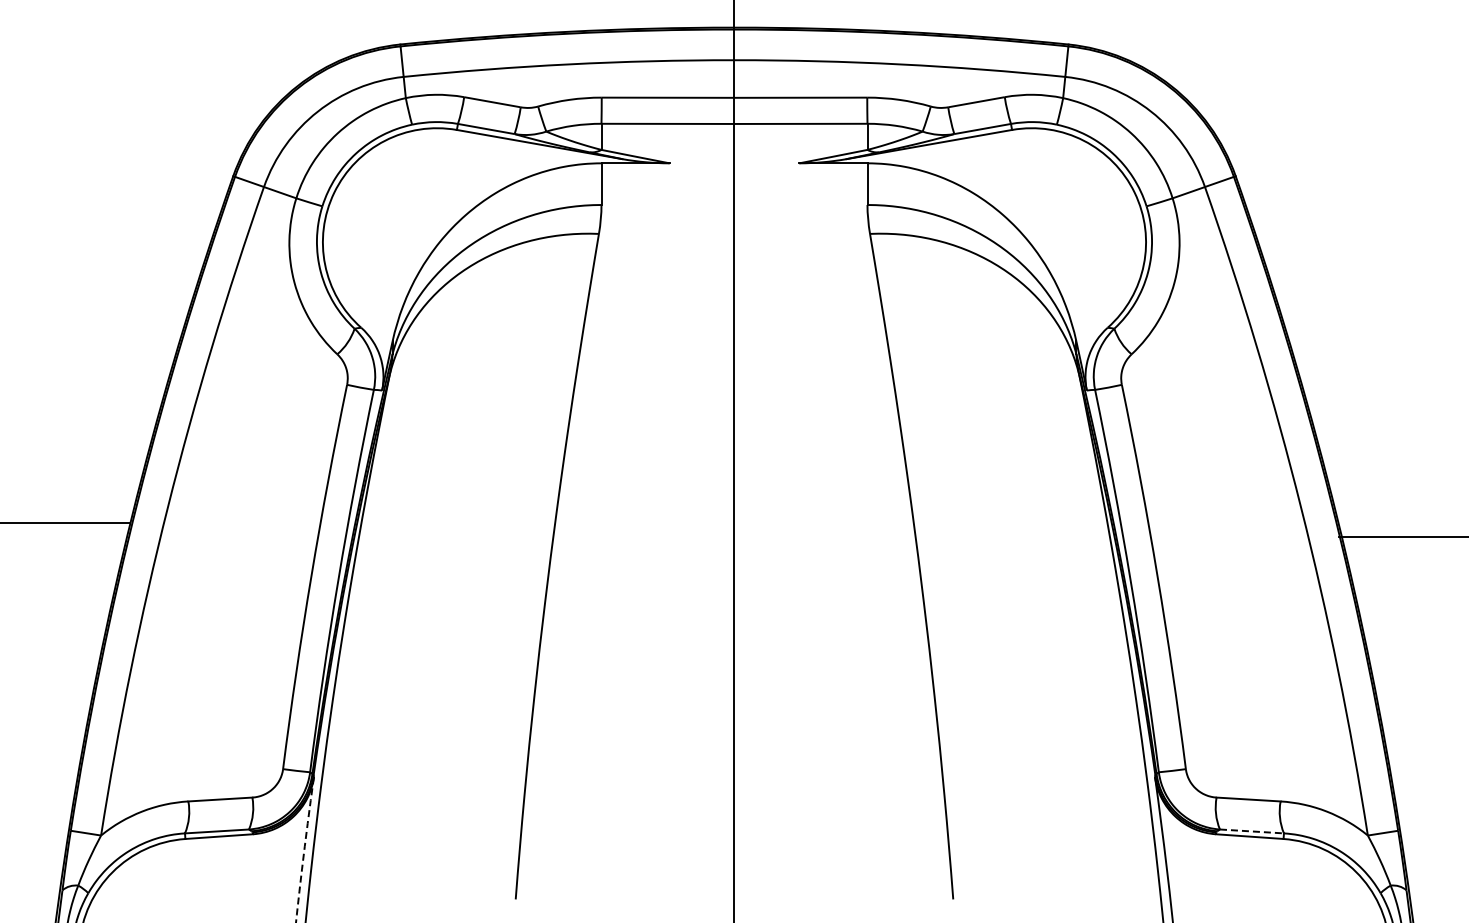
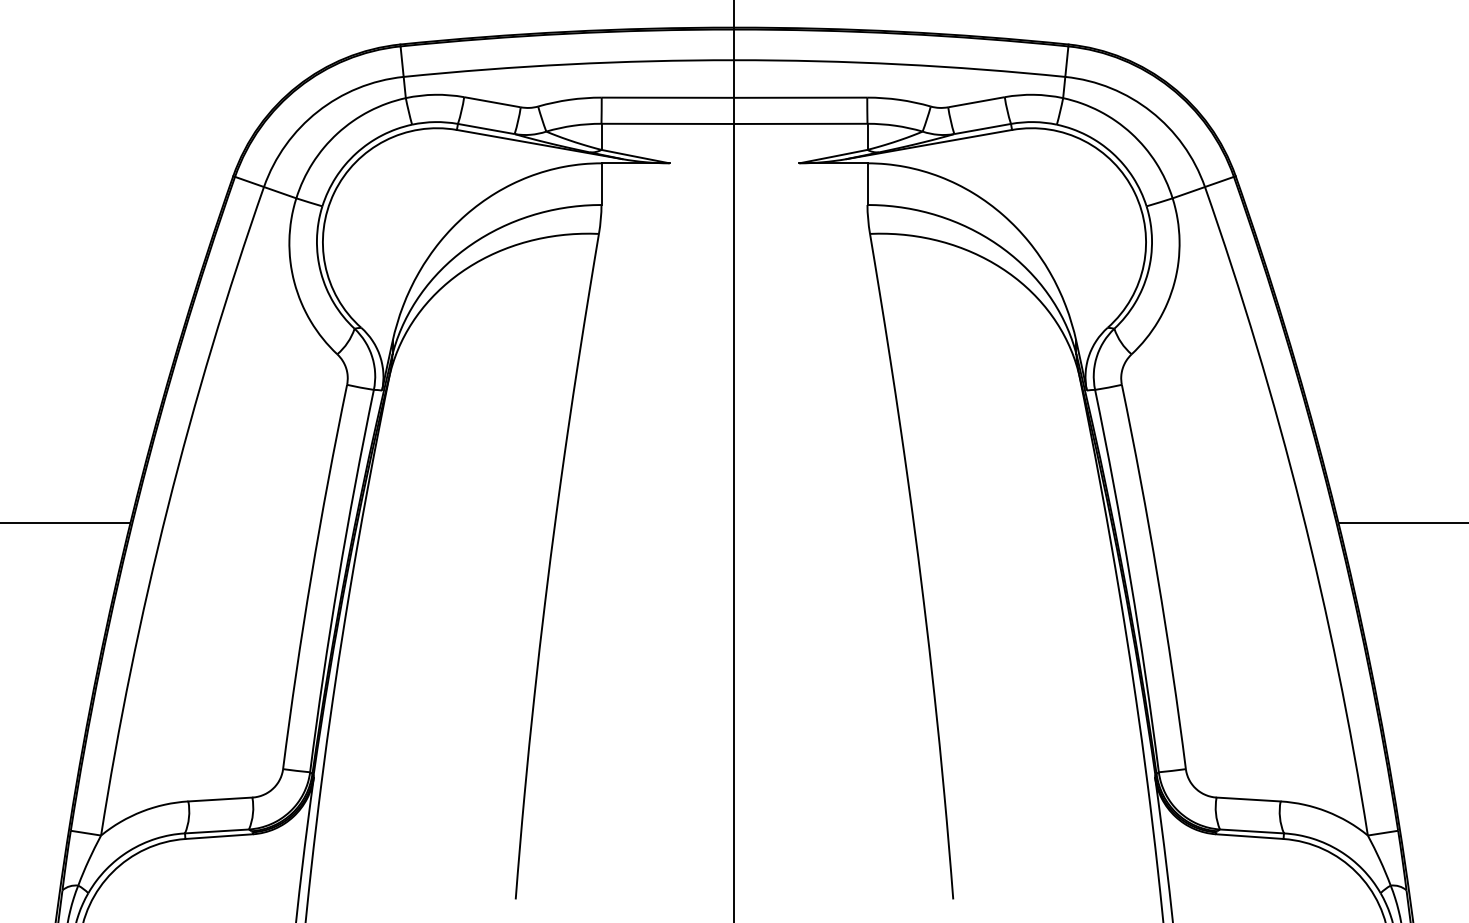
line at (1401, 537) position: (1401, 537) -> (1401, 523)
line at (1252, 831): dashed -> solid
arc at (304, 850): dashed -> solid
